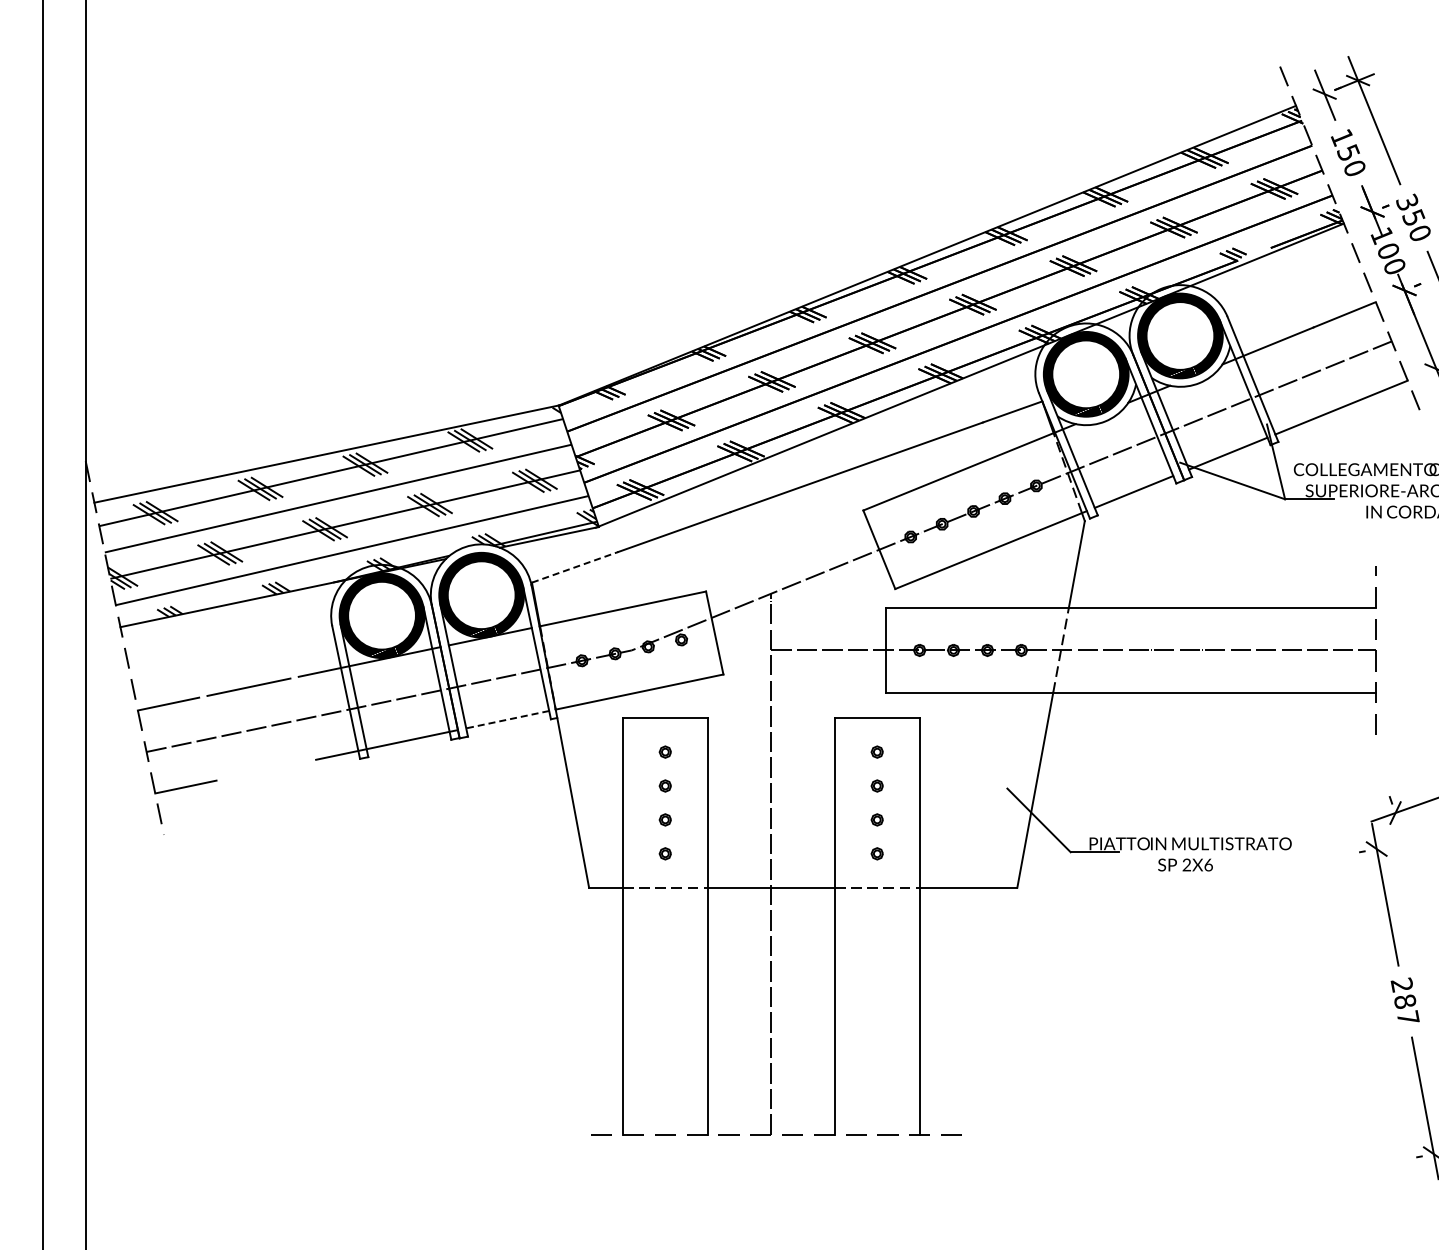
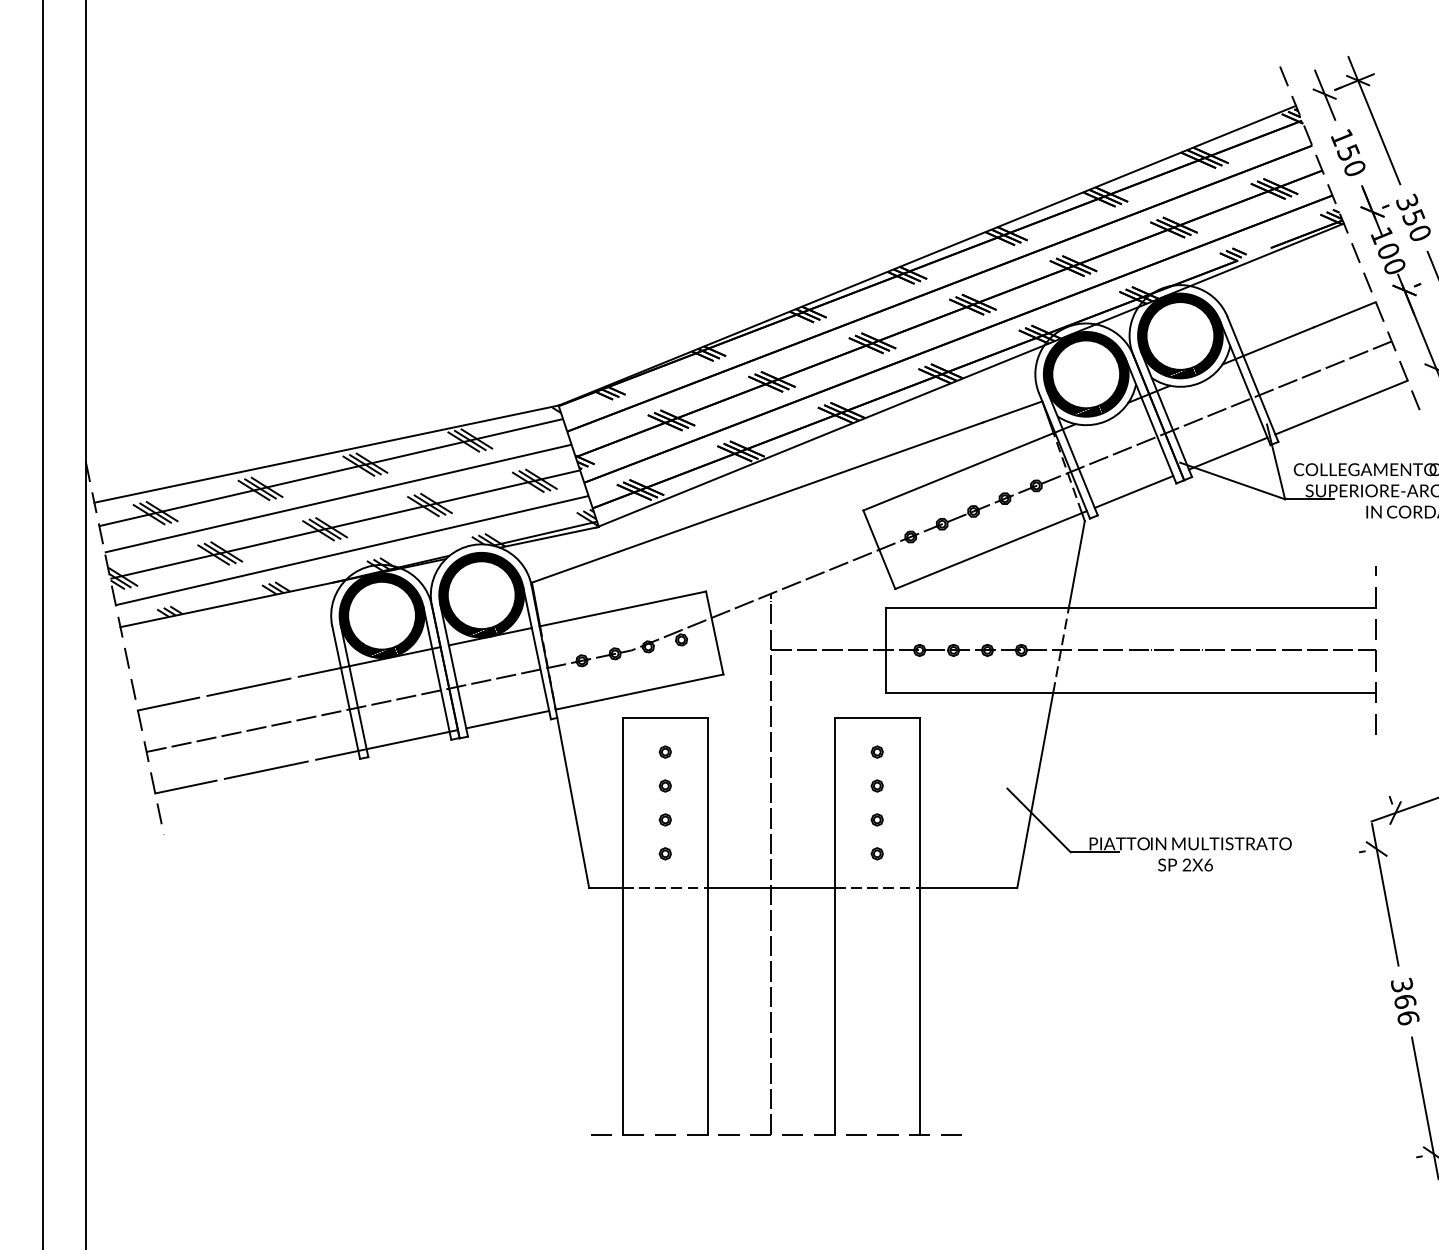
line at (575, 567): dashed -> solid
line at (507, 719): dashed -> solid
line at (265, 769): none -> present
text at (1404, 1001): 287 -> 366
